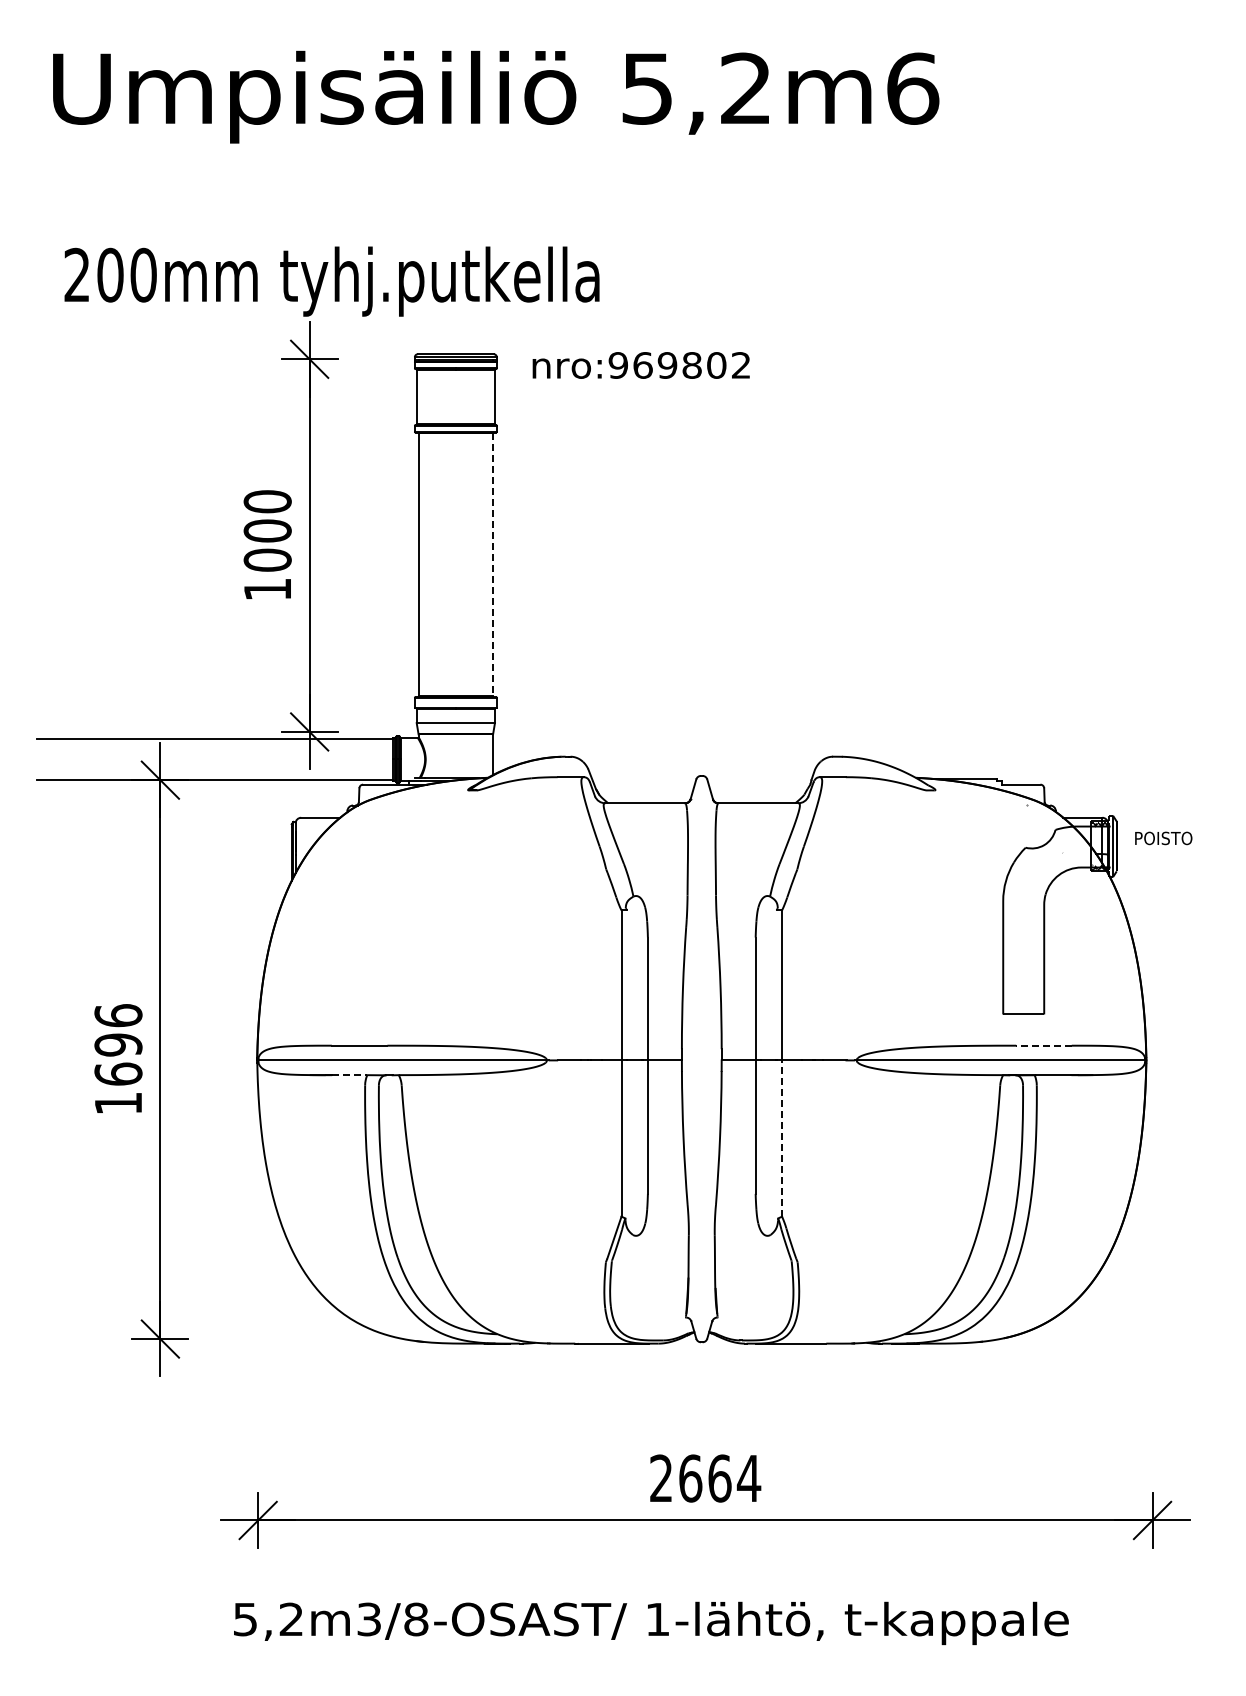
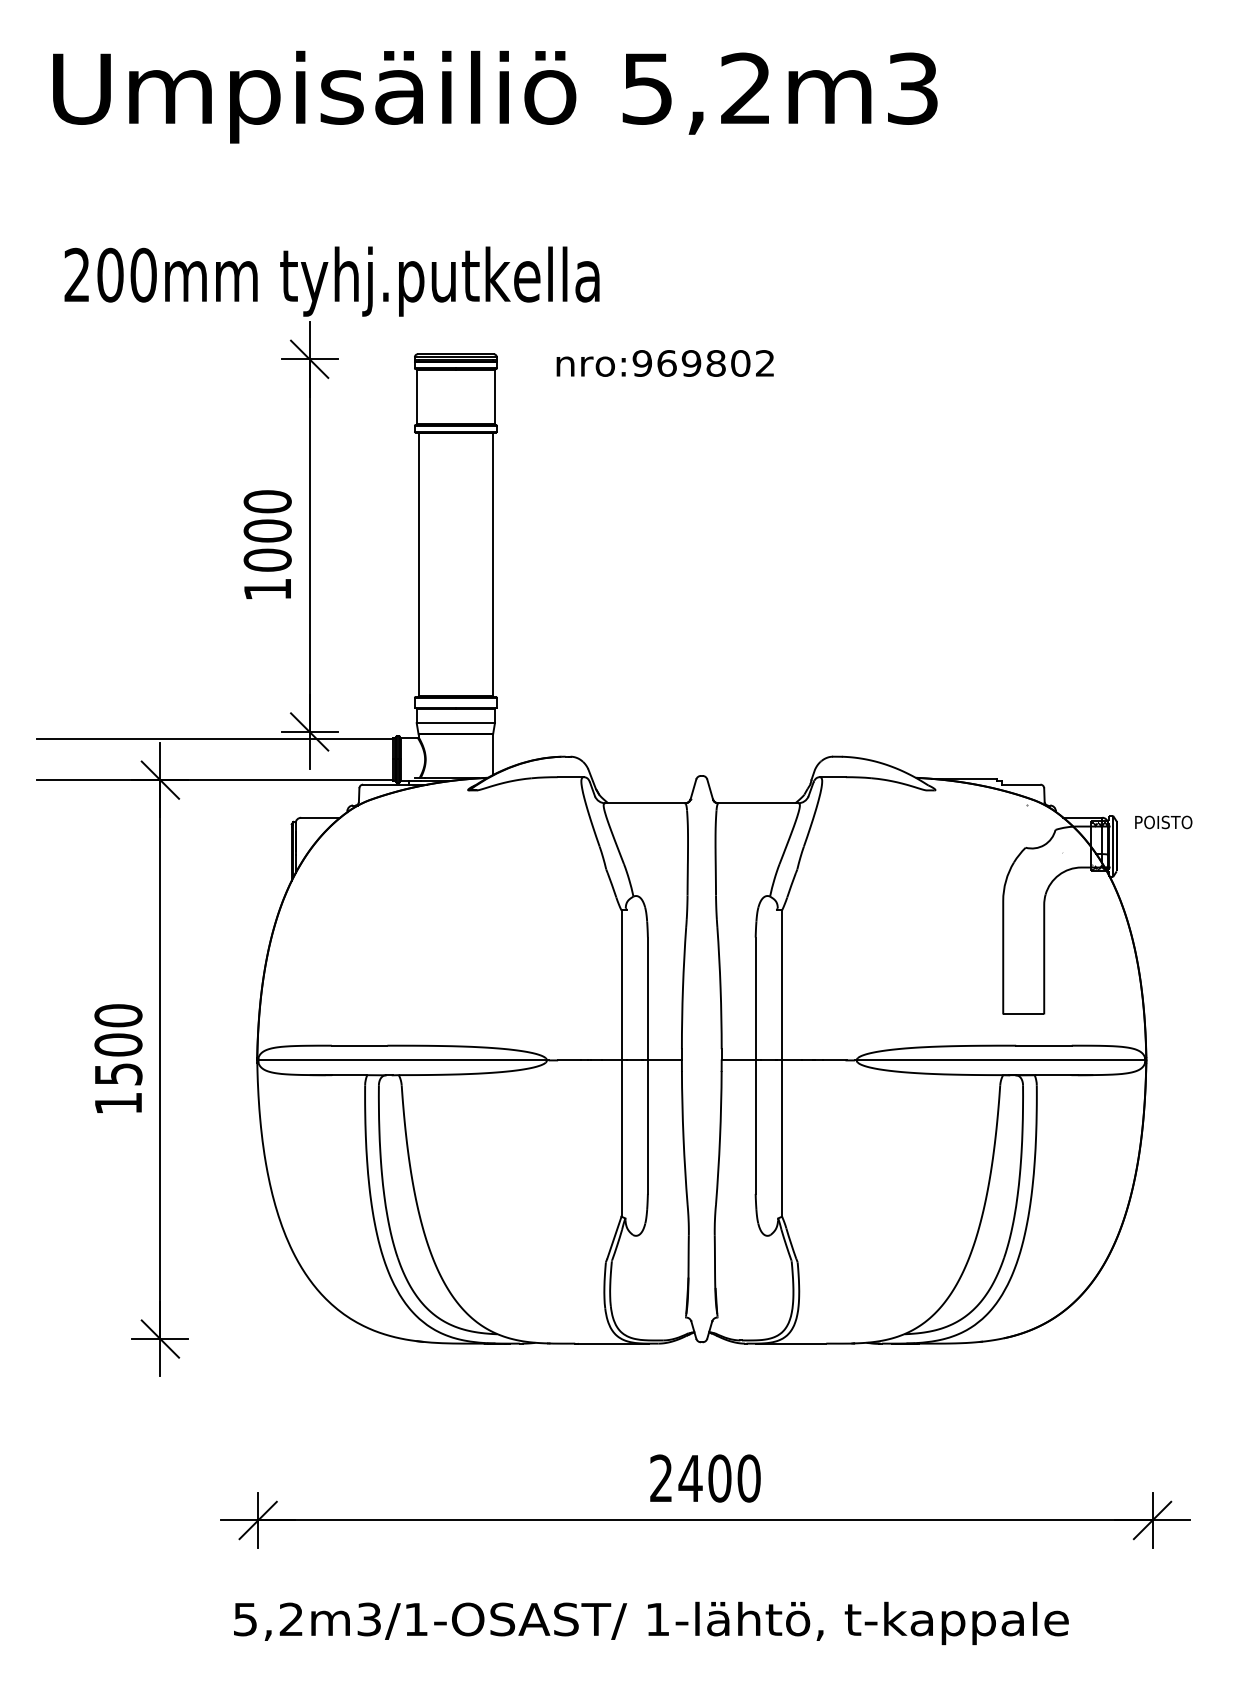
text at (913, 88): 5,2m6 -> 5,2m3
text at (640, 365) position: (640, 365) -> (664, 363)
line at (493, 564): dashed -> solid
text at (1163, 838) position: (1163, 838) -> (1163, 822)
text at (118, 1044): 1696 -> 1500
line at (1043, 1045): dashed -> solid
line at (349, 1075): dashed -> solid
line at (782, 1138): dashed -> solid
text at (719, 1478): 2664 -> 2400
text at (416, 1619): 5,2m3/8-OSAST/ -> 5,2m3/1-OSAST/
